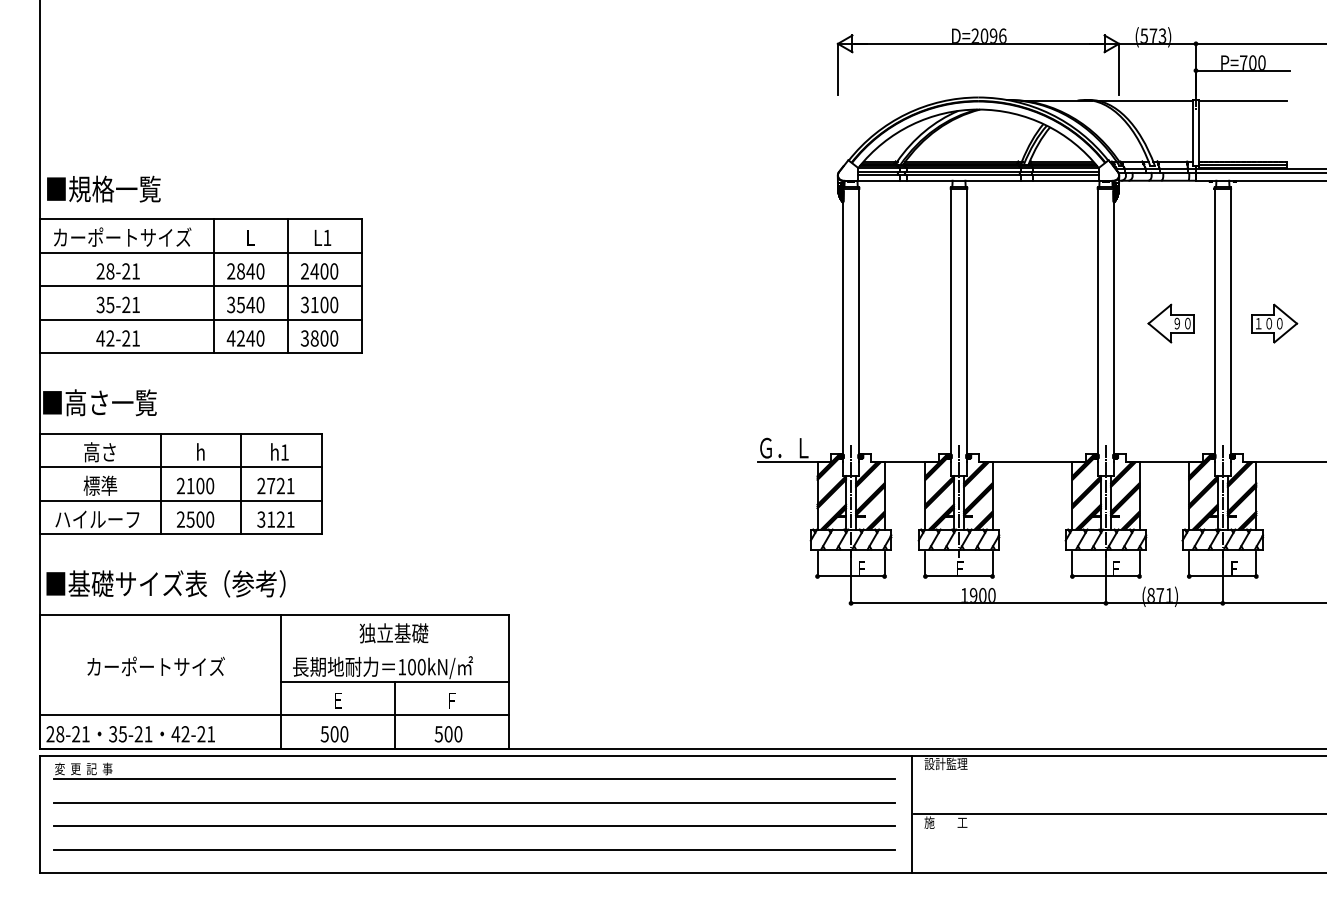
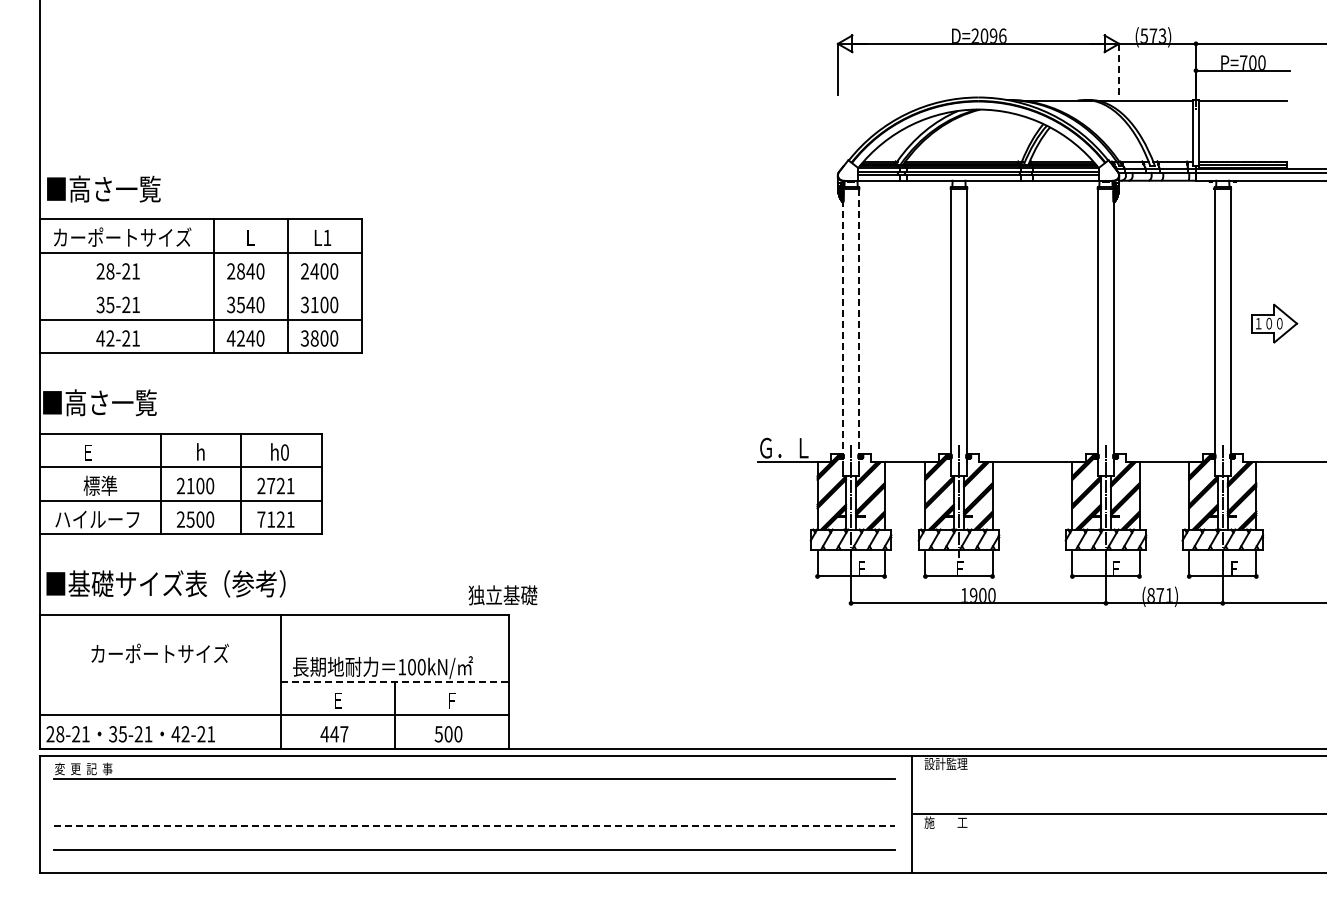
line at (1119, 68): solid -> dashed
text at (91, 188): ■規格一覧 -> ■高さ一覧
line at (200, 286): present -> none
part at (1170, 323): present -> none
line at (843, 325): solid -> dashed
line at (858, 325): solid -> dashed
text at (99, 452): 高さ -> E
text at (284, 452): h1 -> h0
text at (261, 519): 3121 -> 7121
text at (393, 633) position: (393, 633) -> (502, 595)
text at (155, 666) position: (155, 666) -> (159, 653)
line at (395, 681): solid -> dashed
text at (334, 734): 500 -> 447
line at (474, 802): present -> none
line at (475, 826): solid -> dashed
